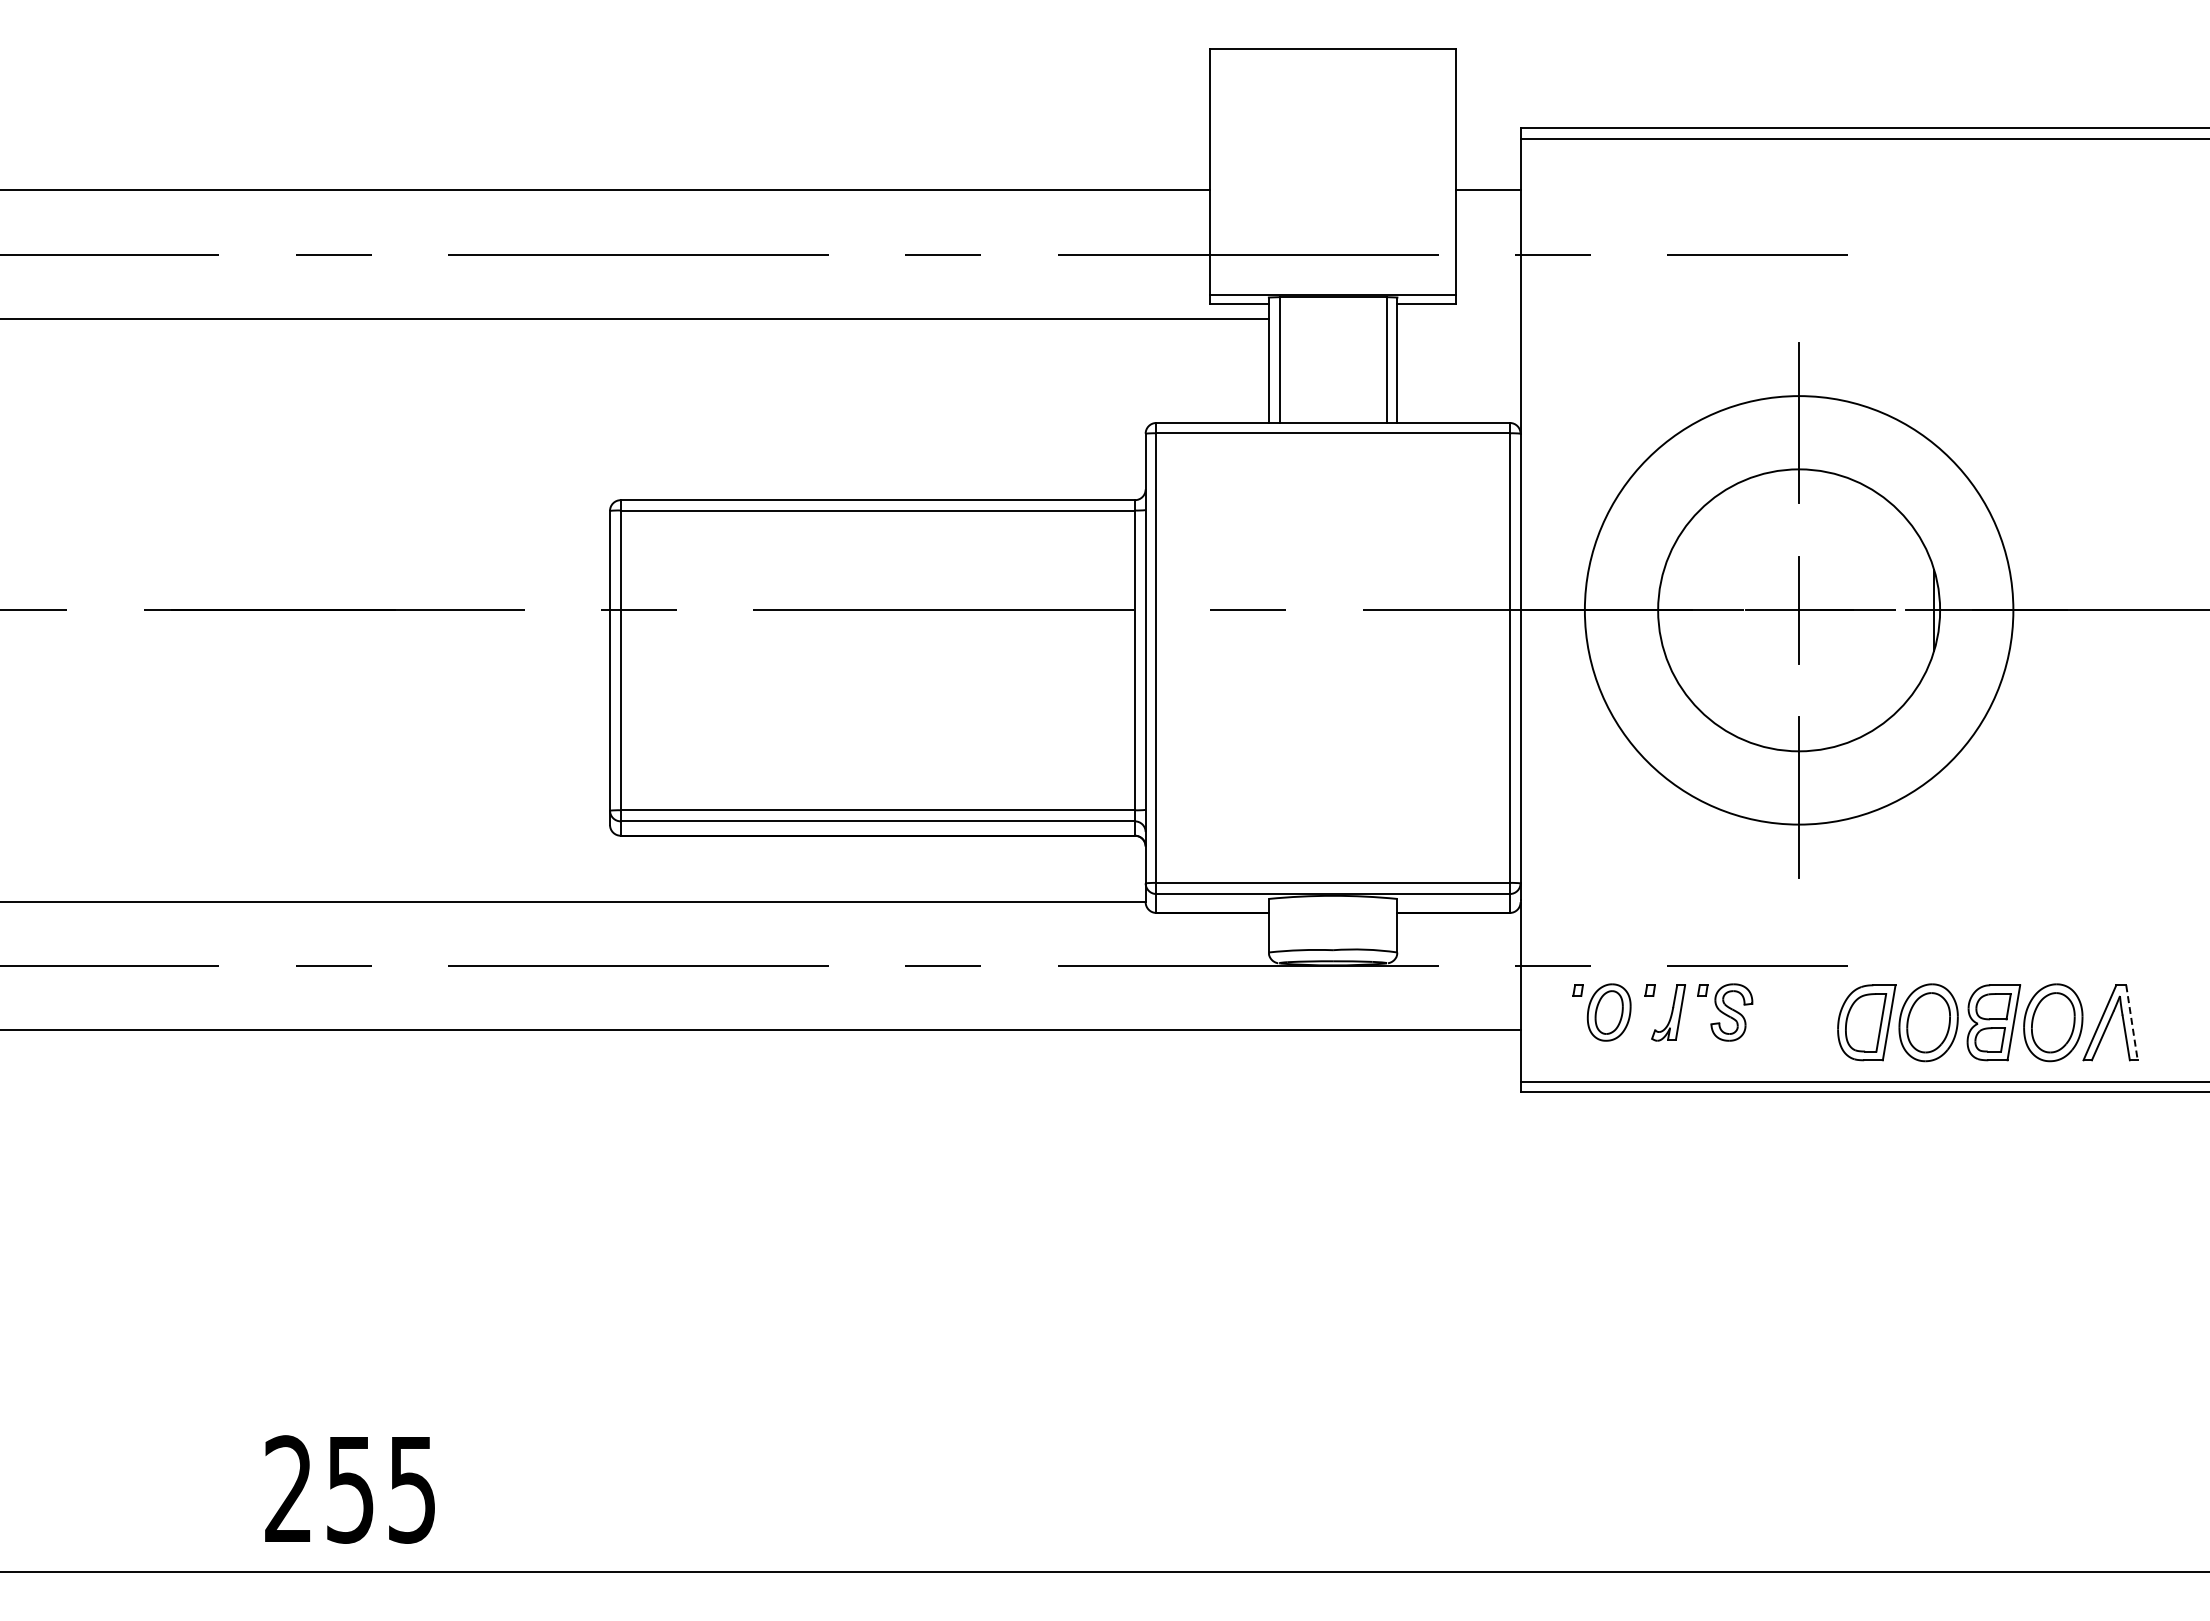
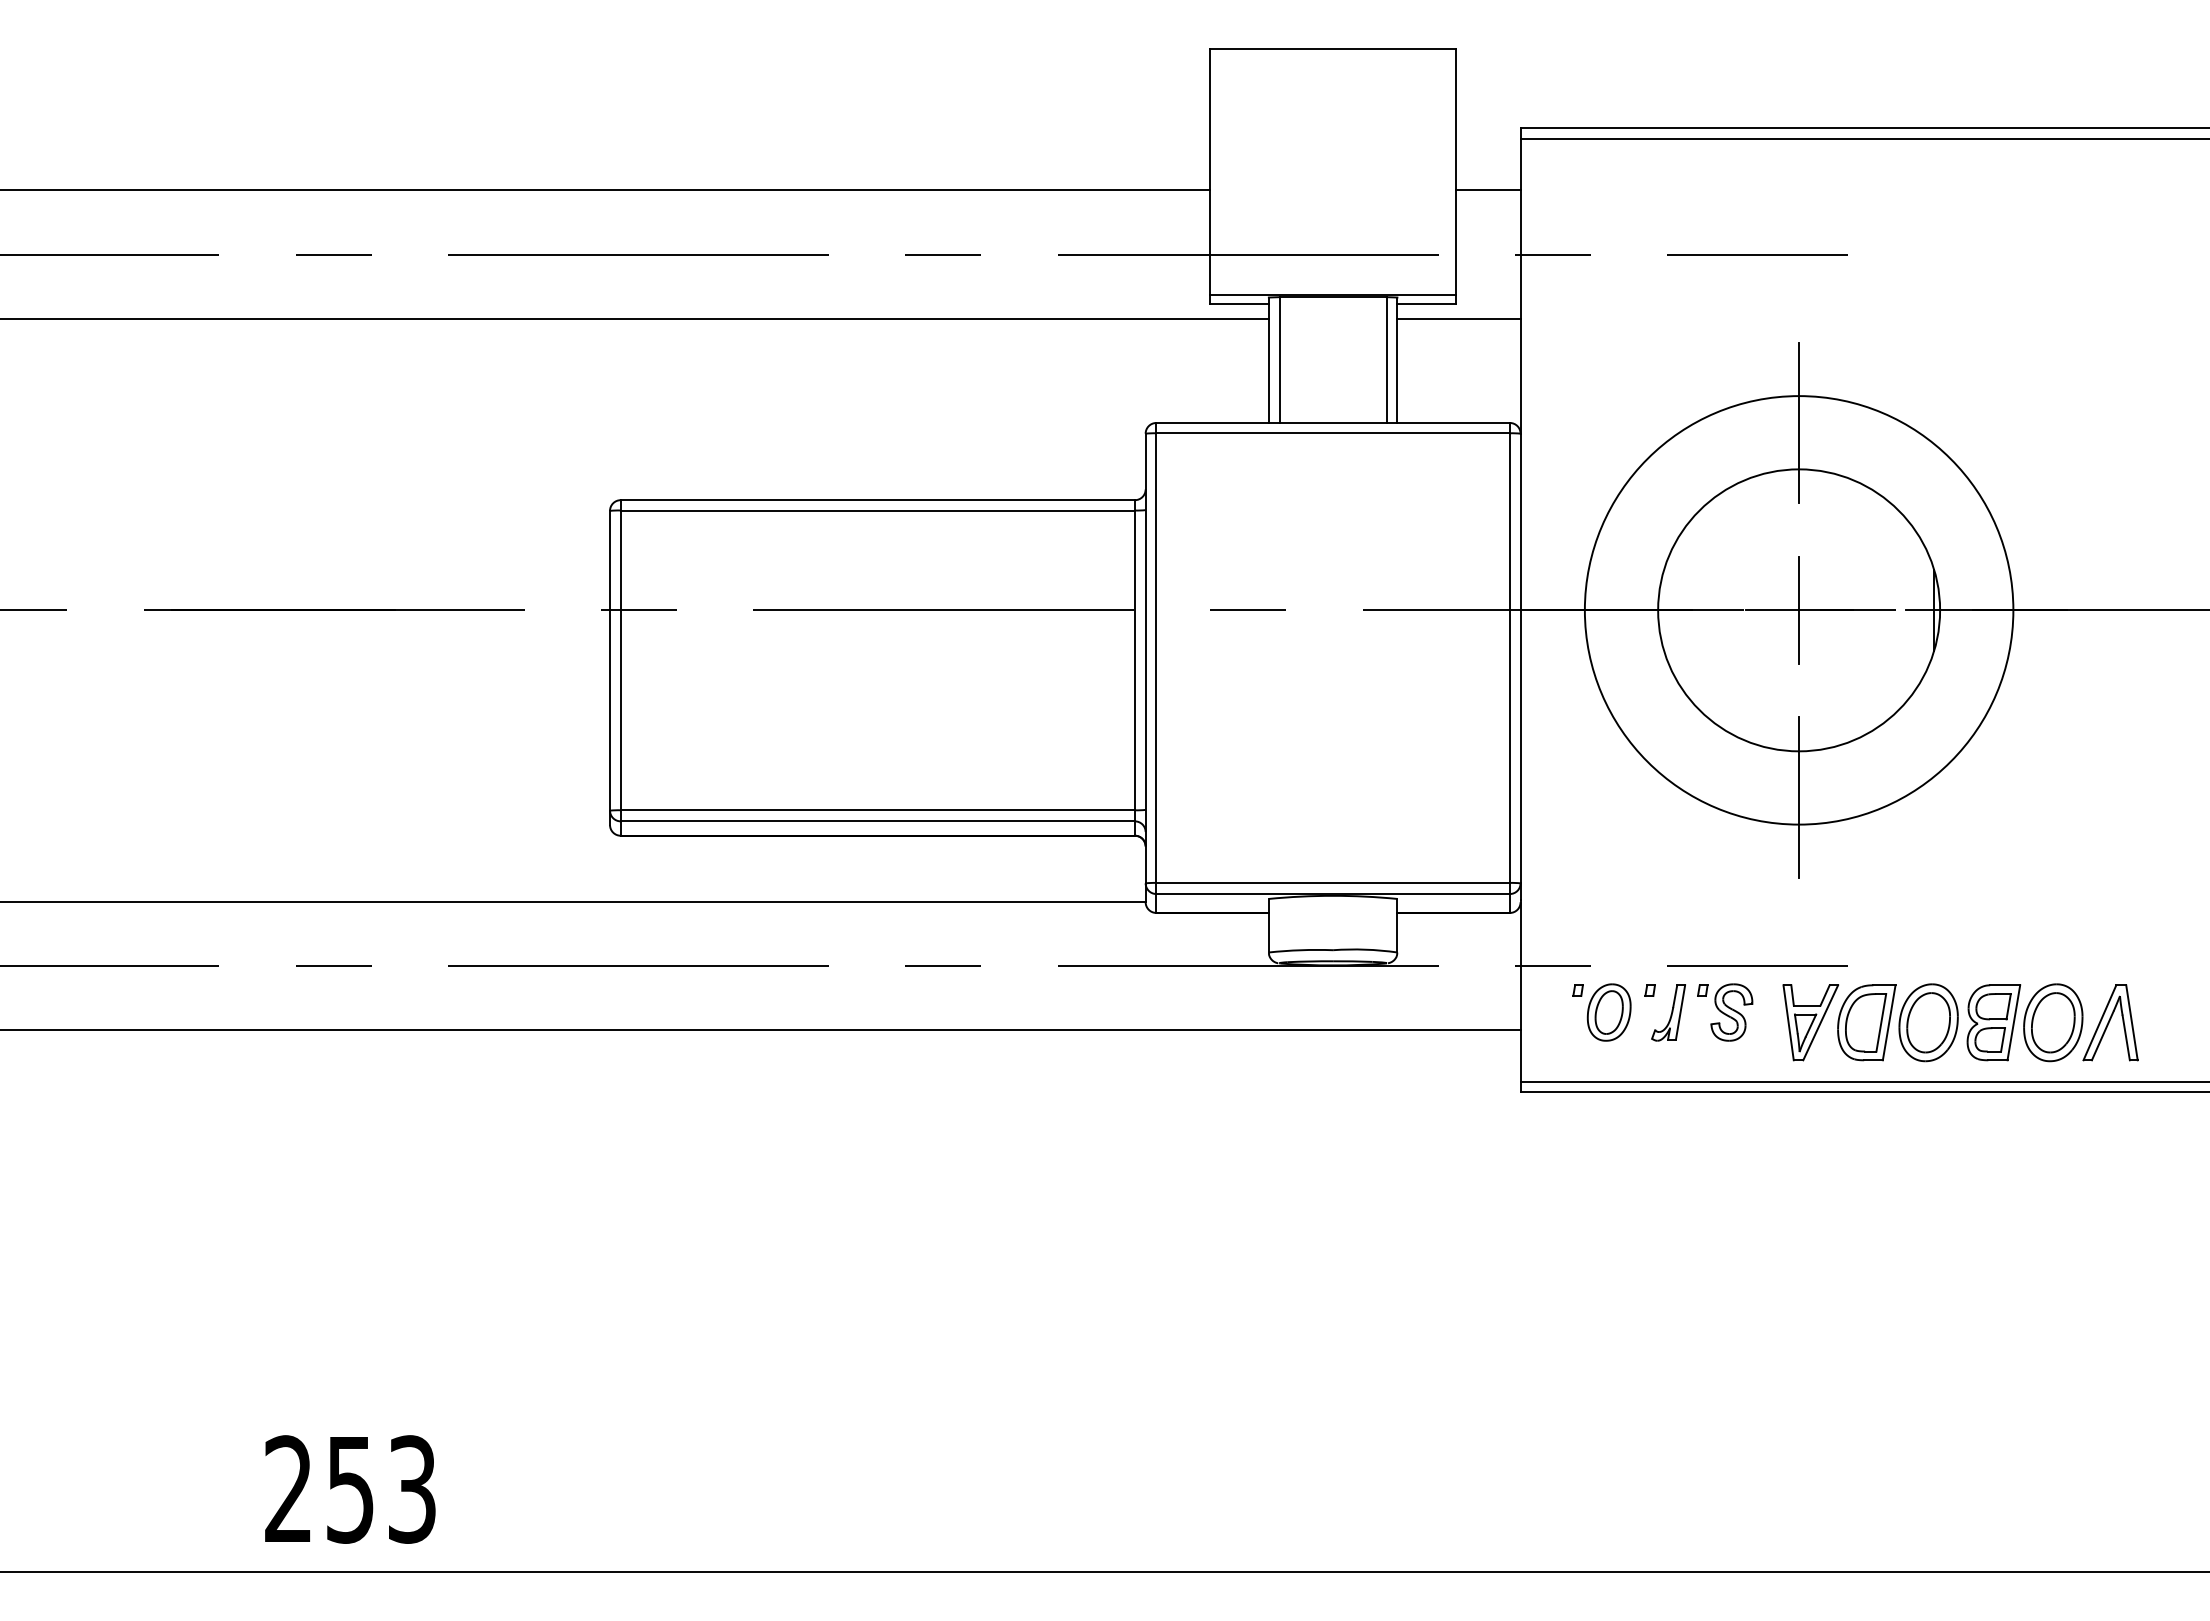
line at (1458, 318): none -> present
part at (1810, 1022): none -> present
line at (2131, 1022): dashed -> solid
text at (412, 1489): 255 -> 253
